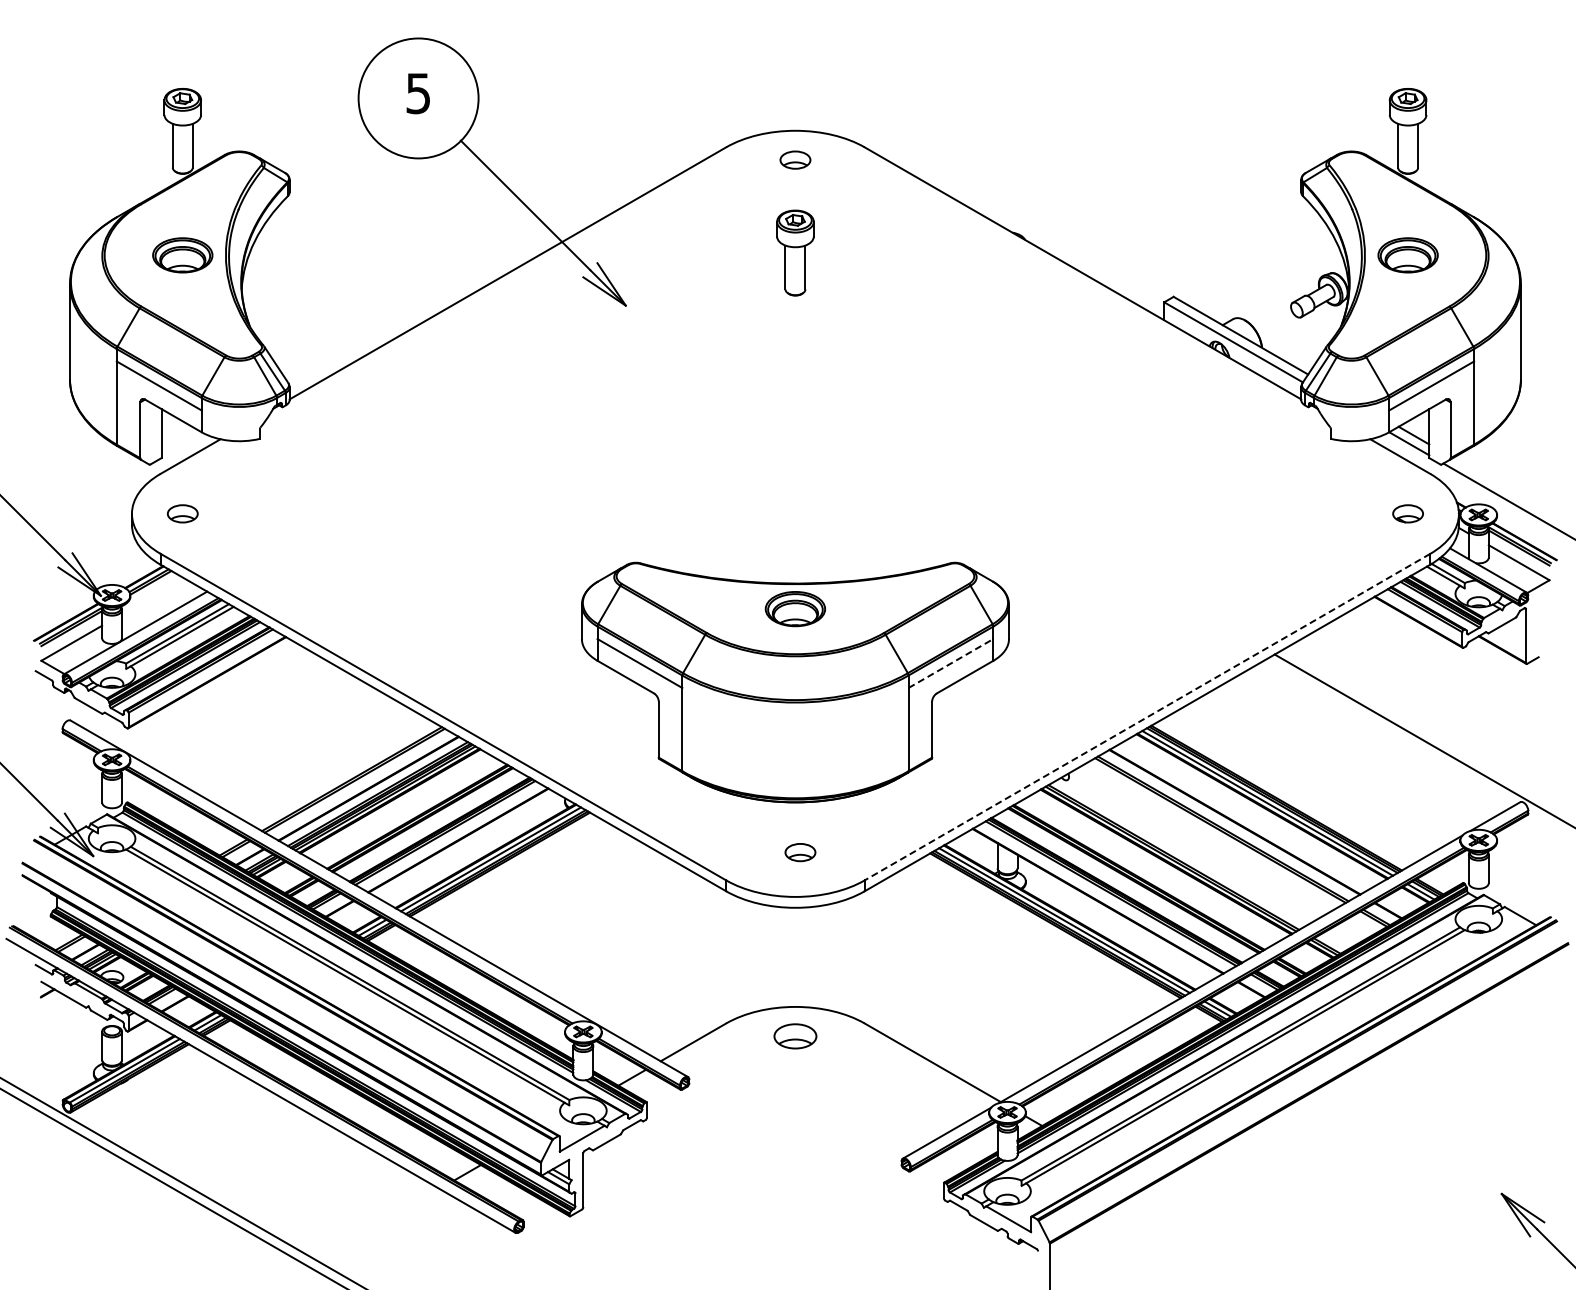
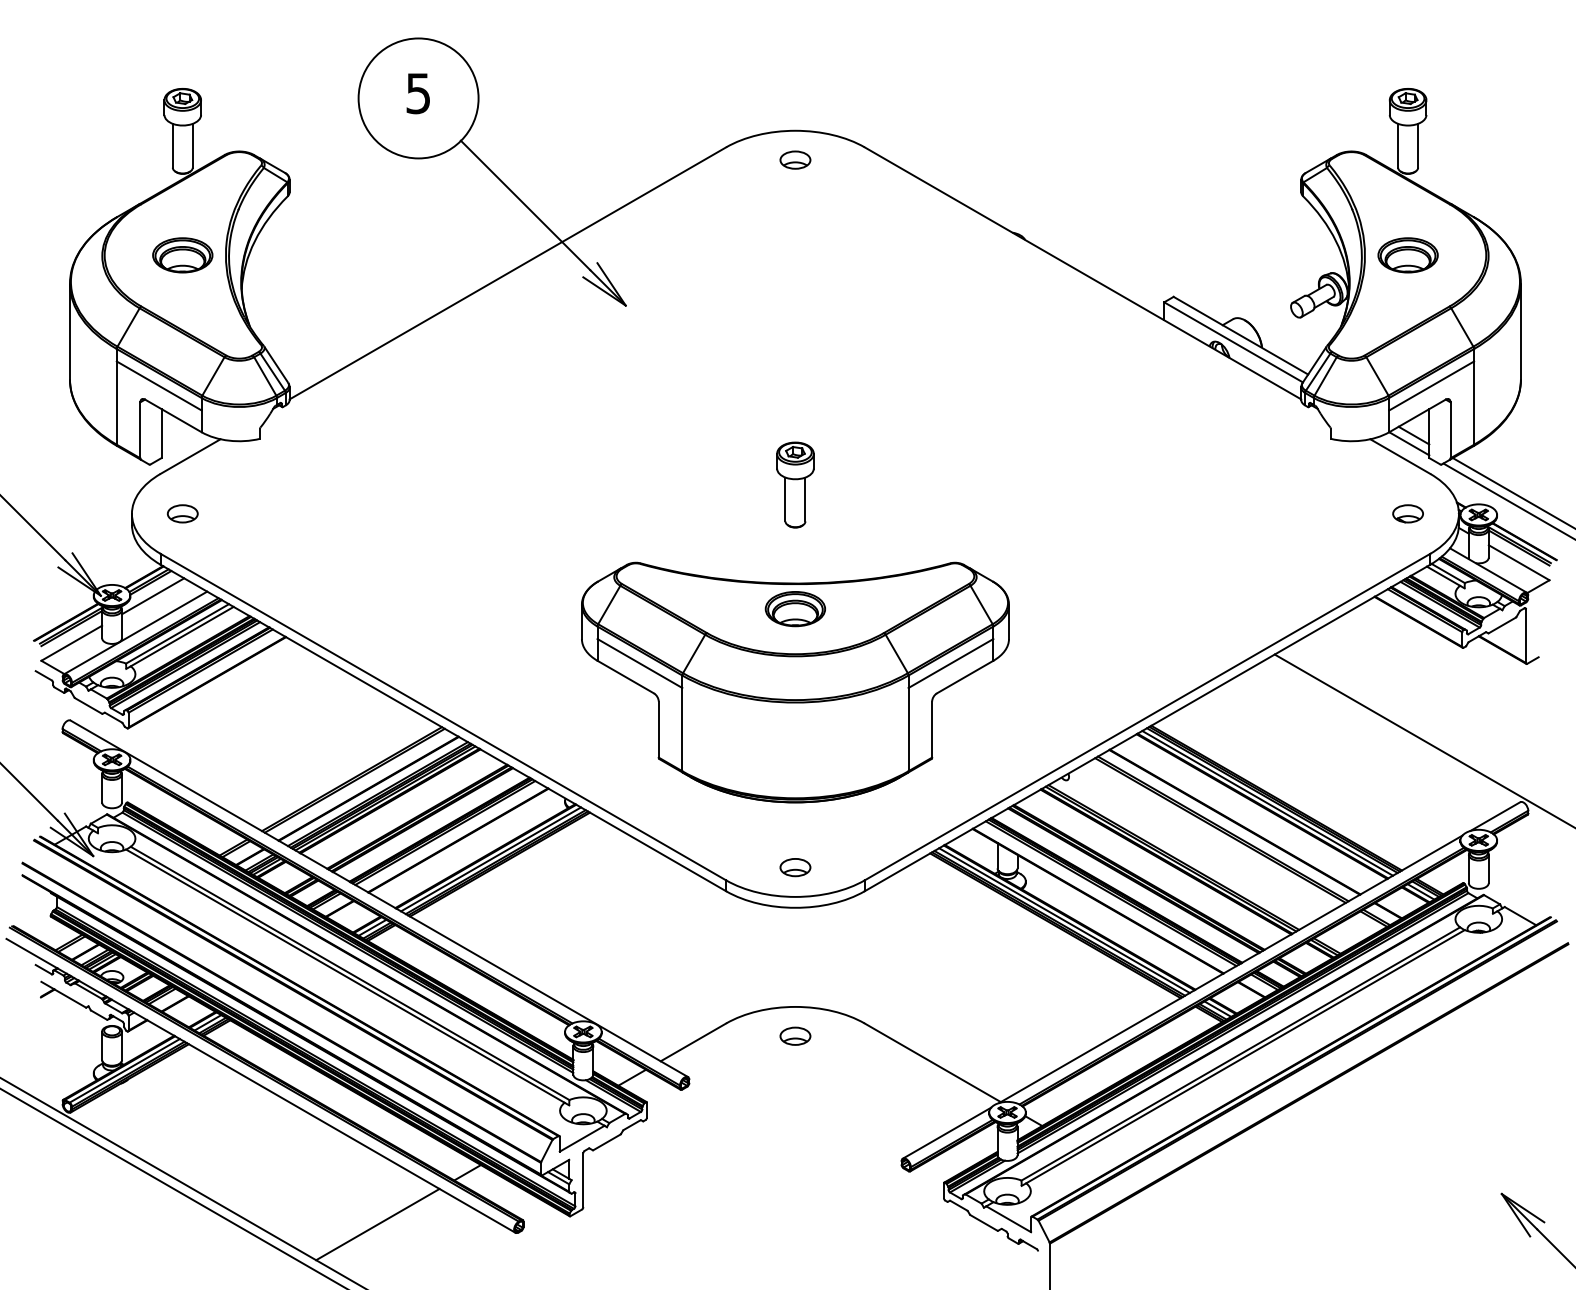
part at (795, 252) position: (795, 252) -> (795, 484)
line at (1512, 492): none -> present
line at (153, 596): none -> present
line at (950, 663): dashed -> solid
line at (1147, 717): dashed -> solid
part at (800, 852) position: (800, 852) -> (795, 867)
part at (795, 1036) size: 45x27 px -> 33x20 px
line at (377, 1224): none -> present
